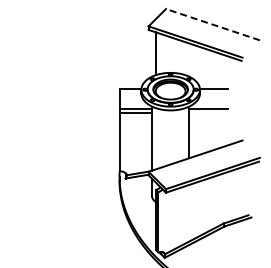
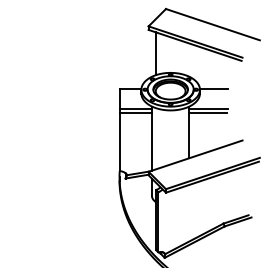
line at (212, 24): dashed -> solid
line at (207, 112): none -> present
